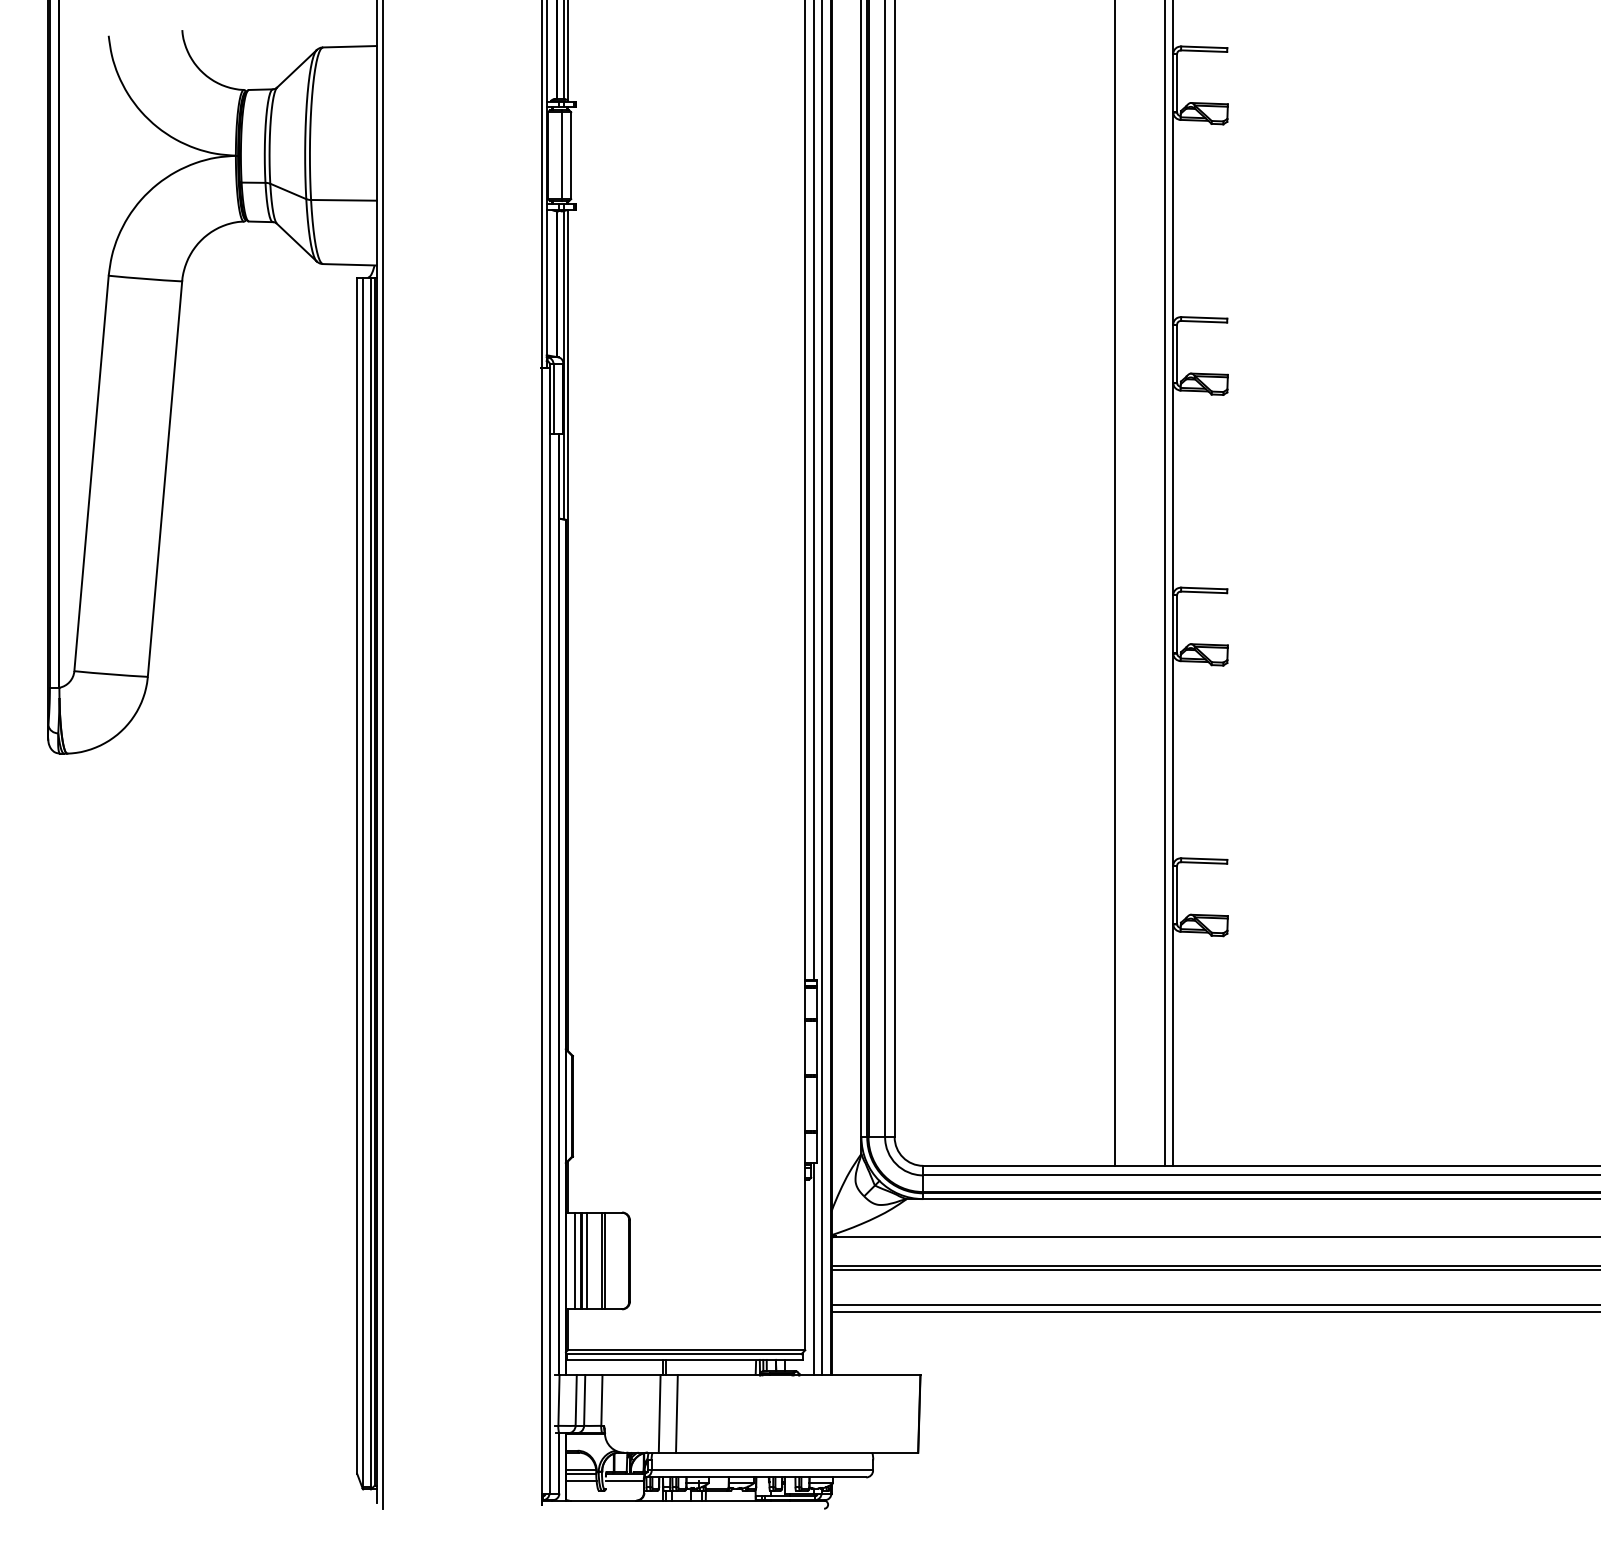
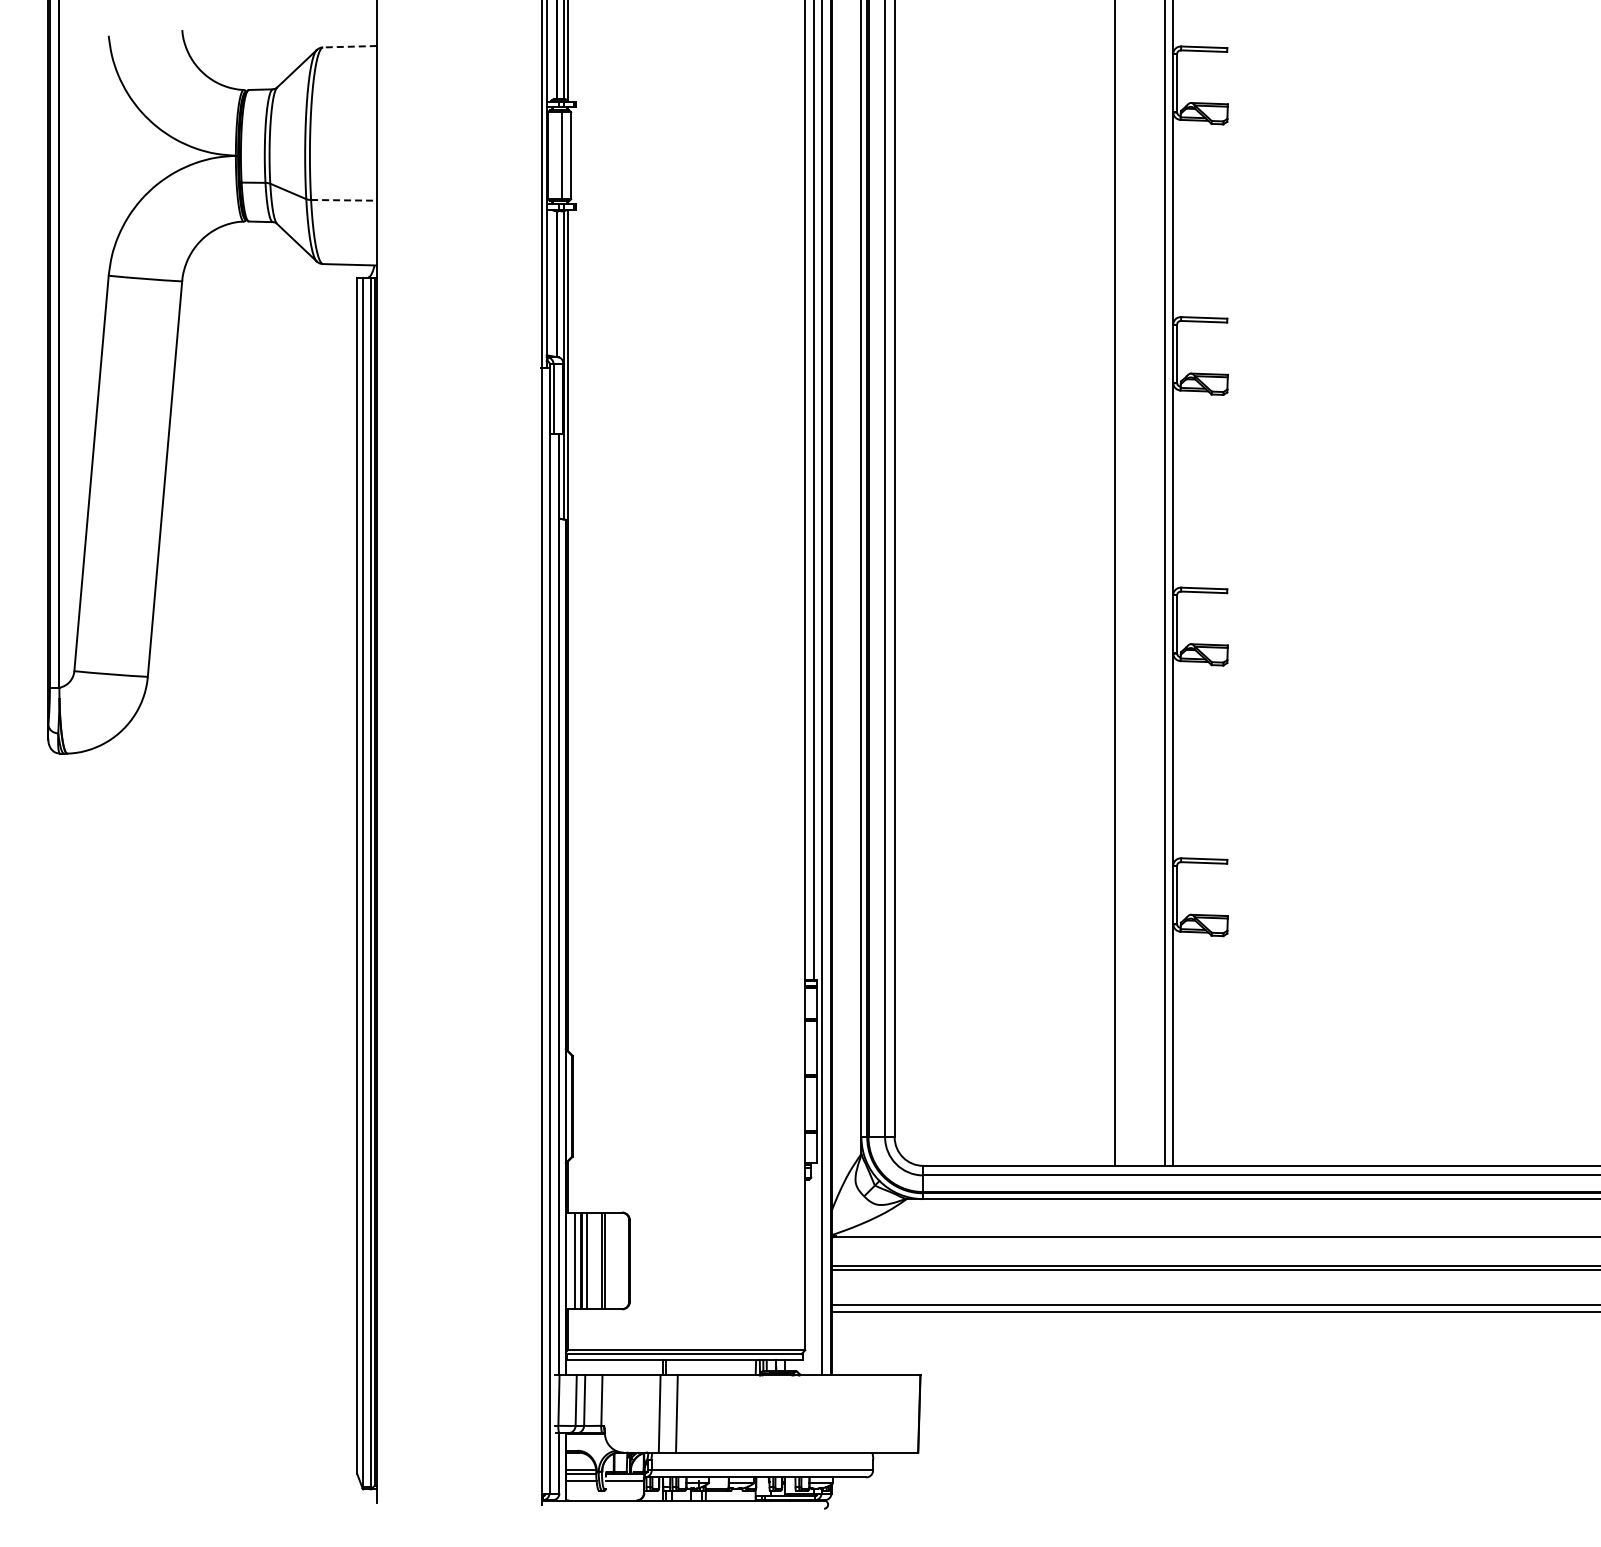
line at (349, 46): solid -> dashed
line at (343, 200): solid -> dashed
line at (382, 755): present -> none
line at (814, 1269): present -> none
